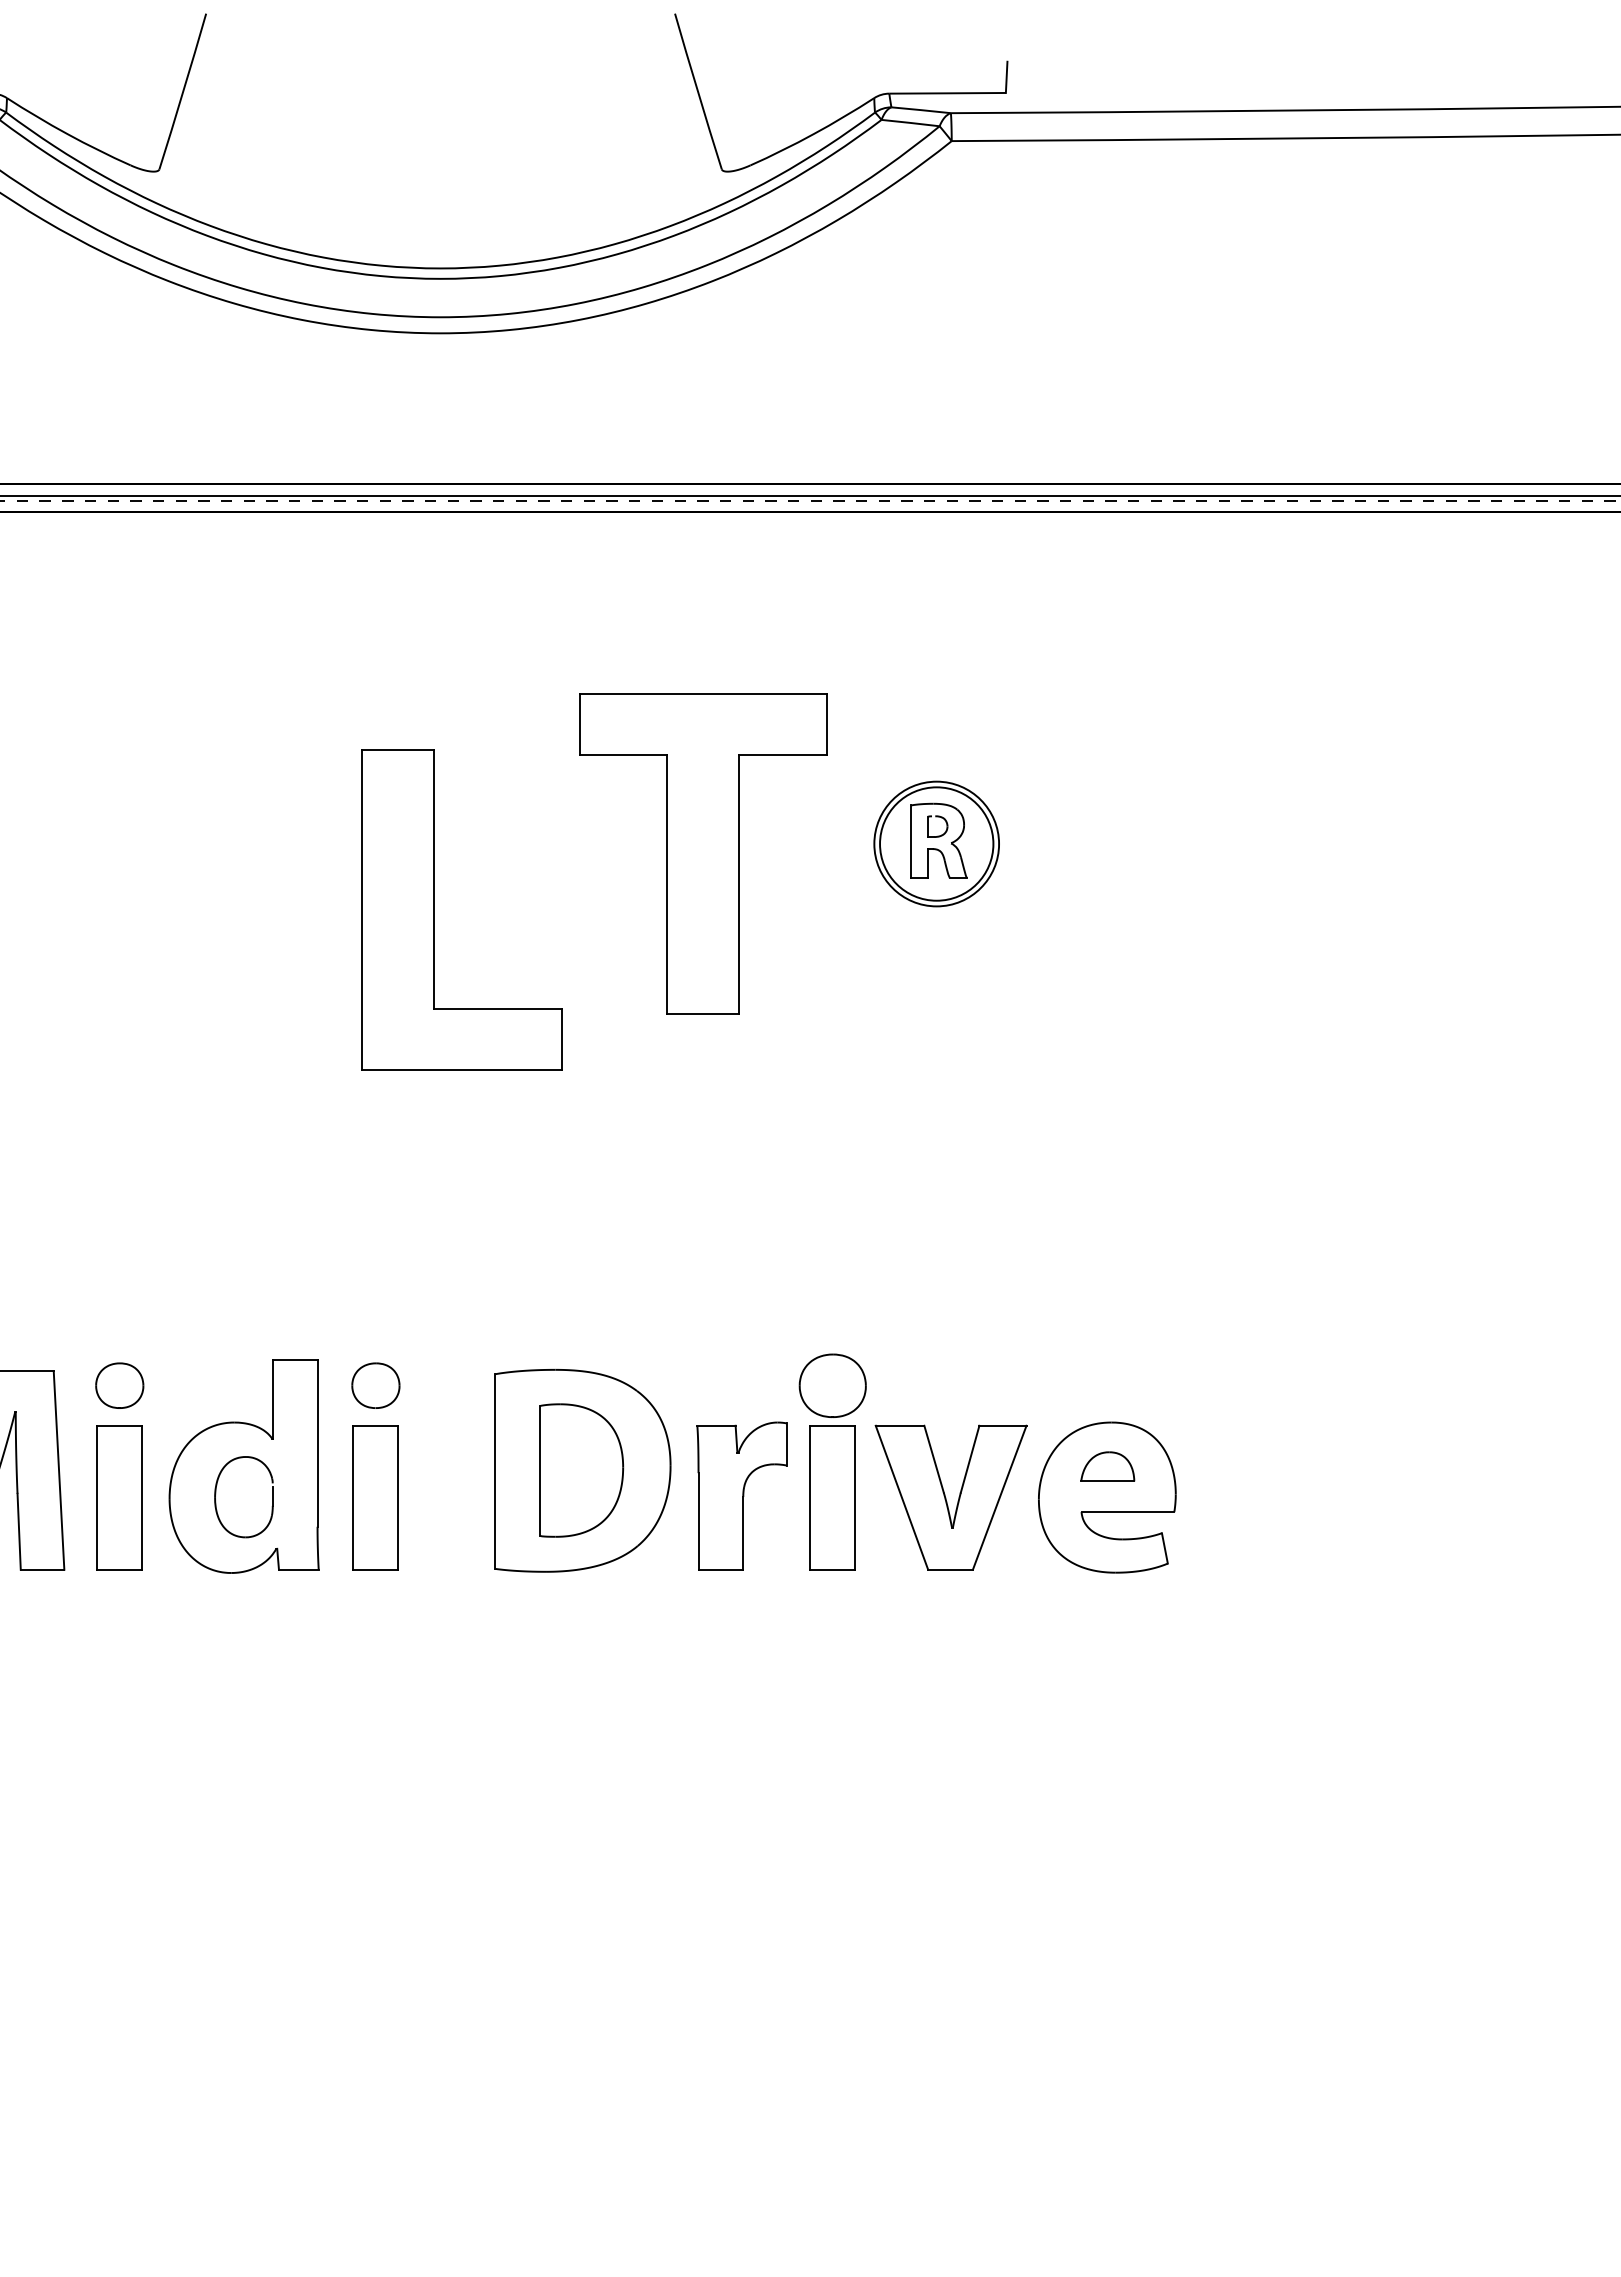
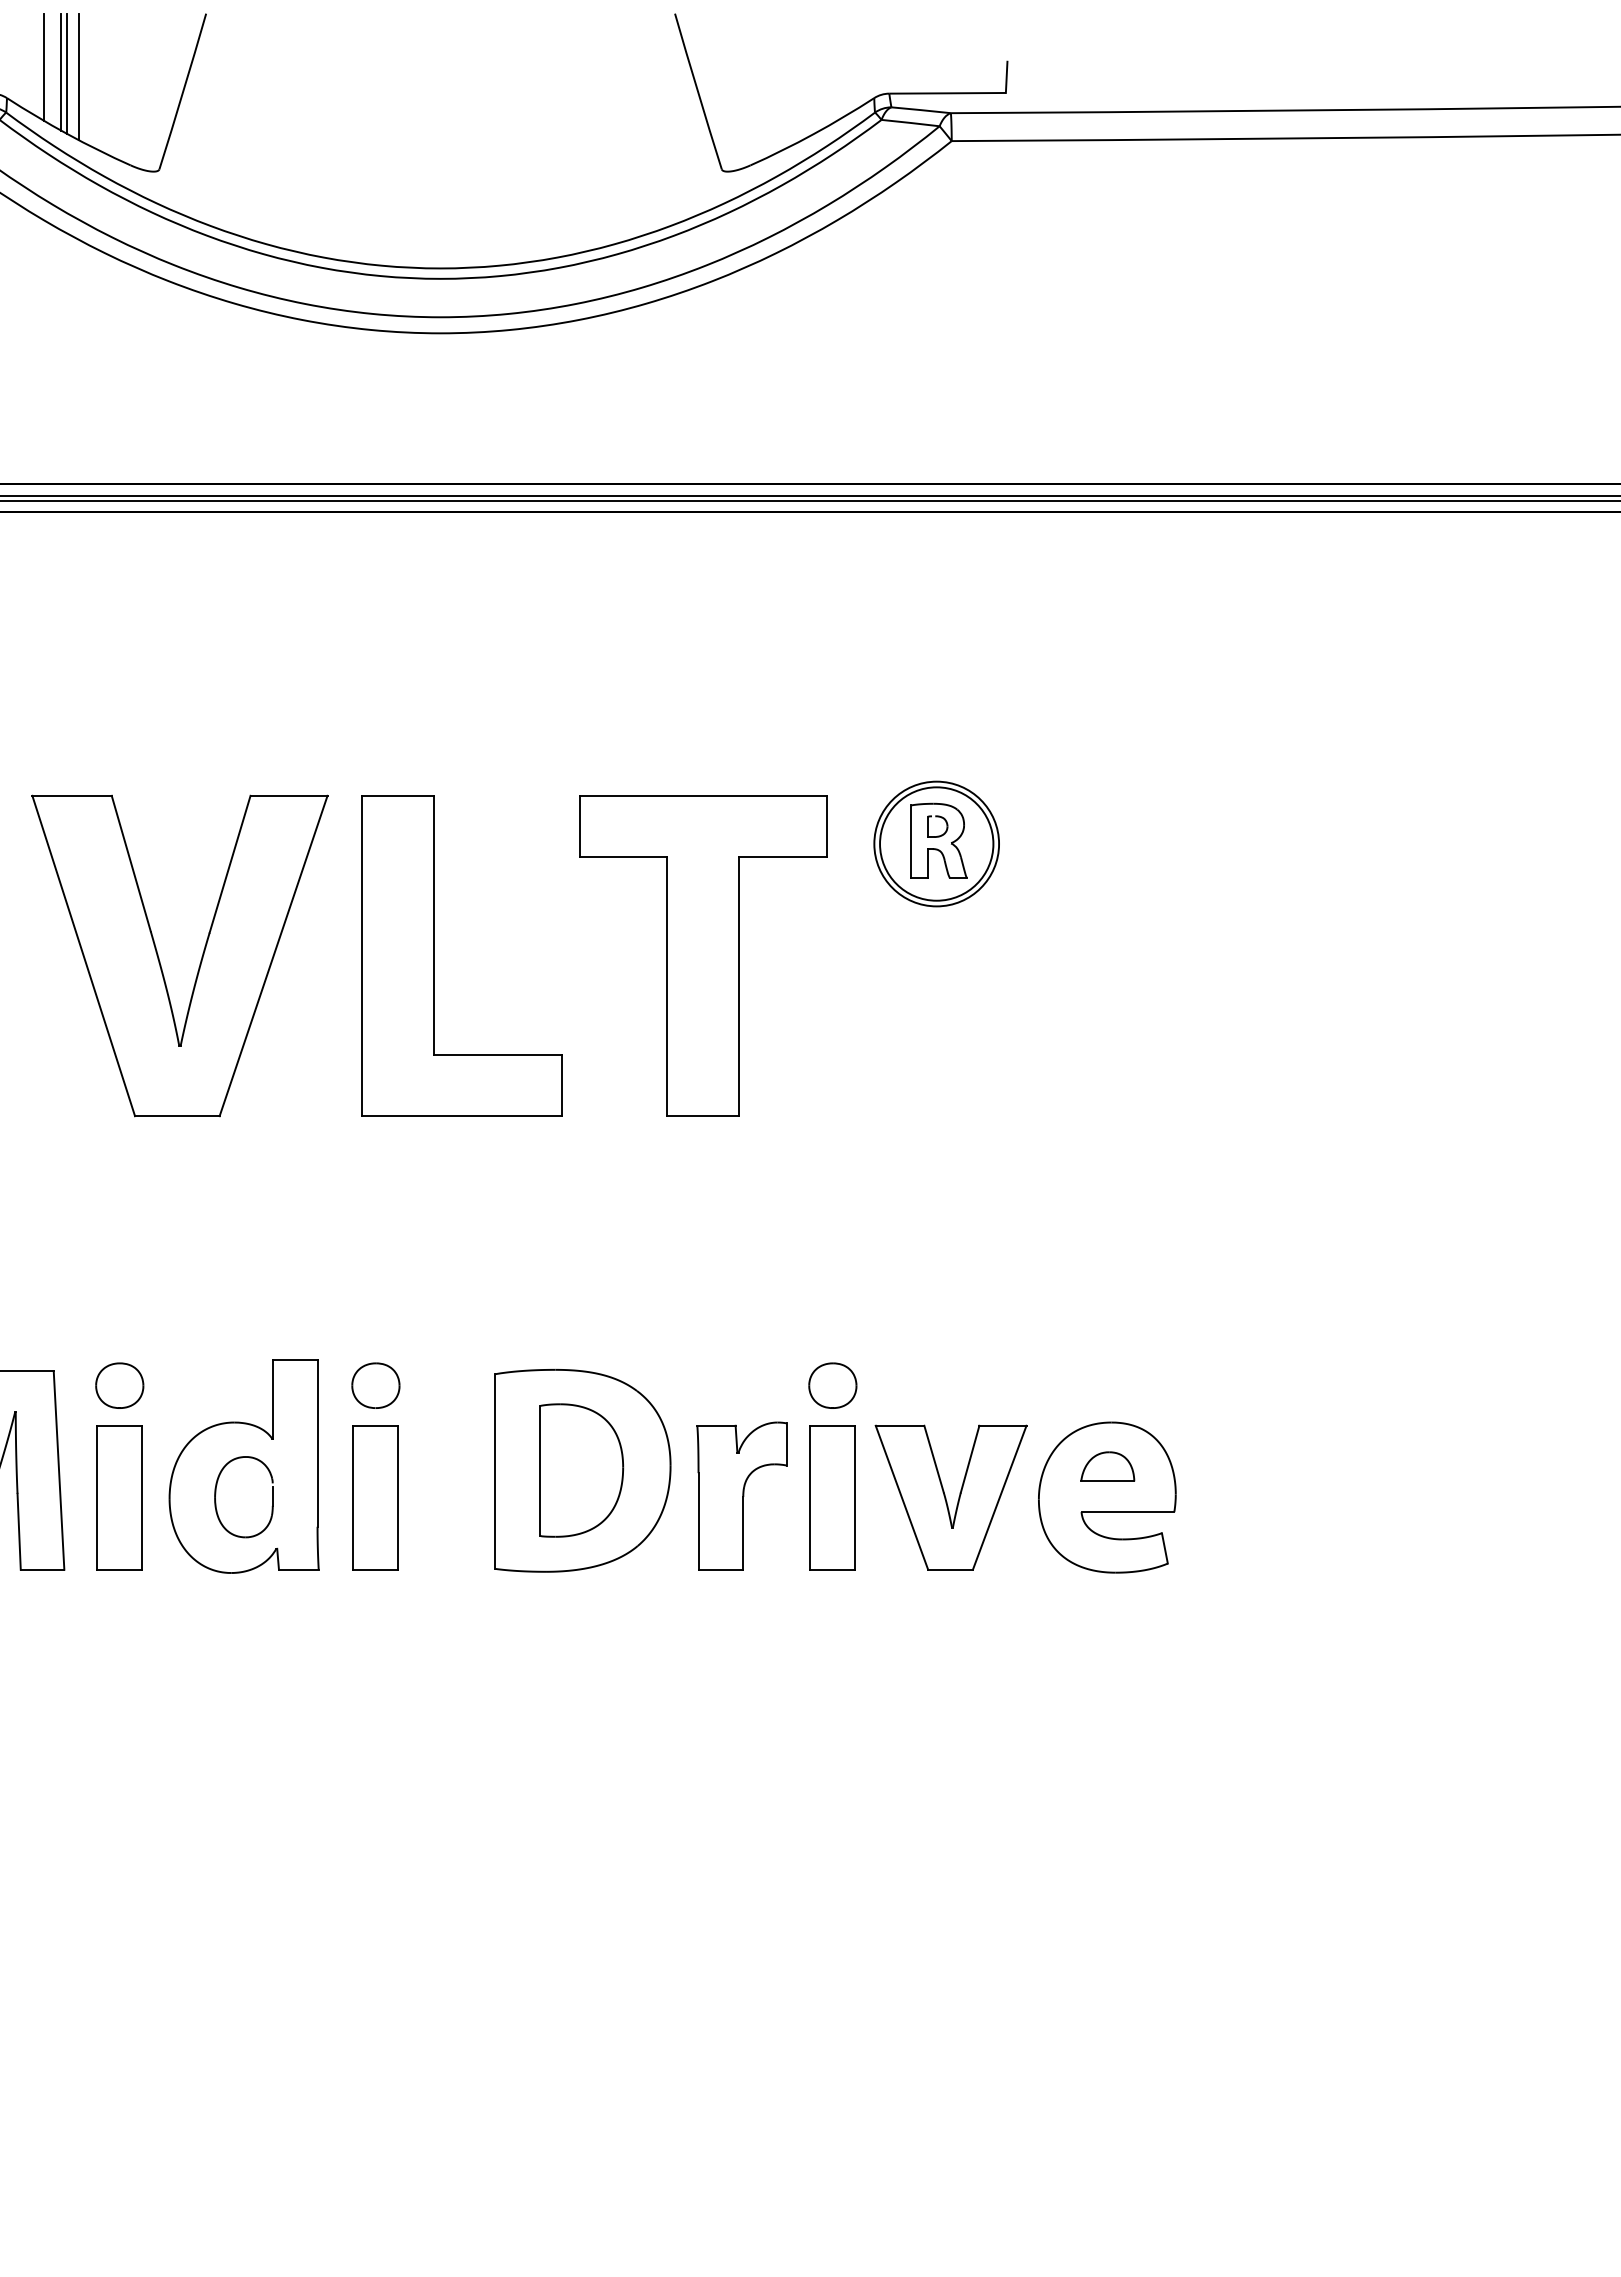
line at (44, 66): none -> present
line at (61, 71): none -> present
line at (67, 73): none -> present
line at (78, 76): none -> present
line at (810, 500): dashed -> solid
part at (703, 853) position: (703, 853) -> (703, 955)
part at (434, 909) position: (434, 909) -> (434, 955)
part at (160, 961): none -> present
part at (832, 1385) size: 69x65 px -> 50x47 px
